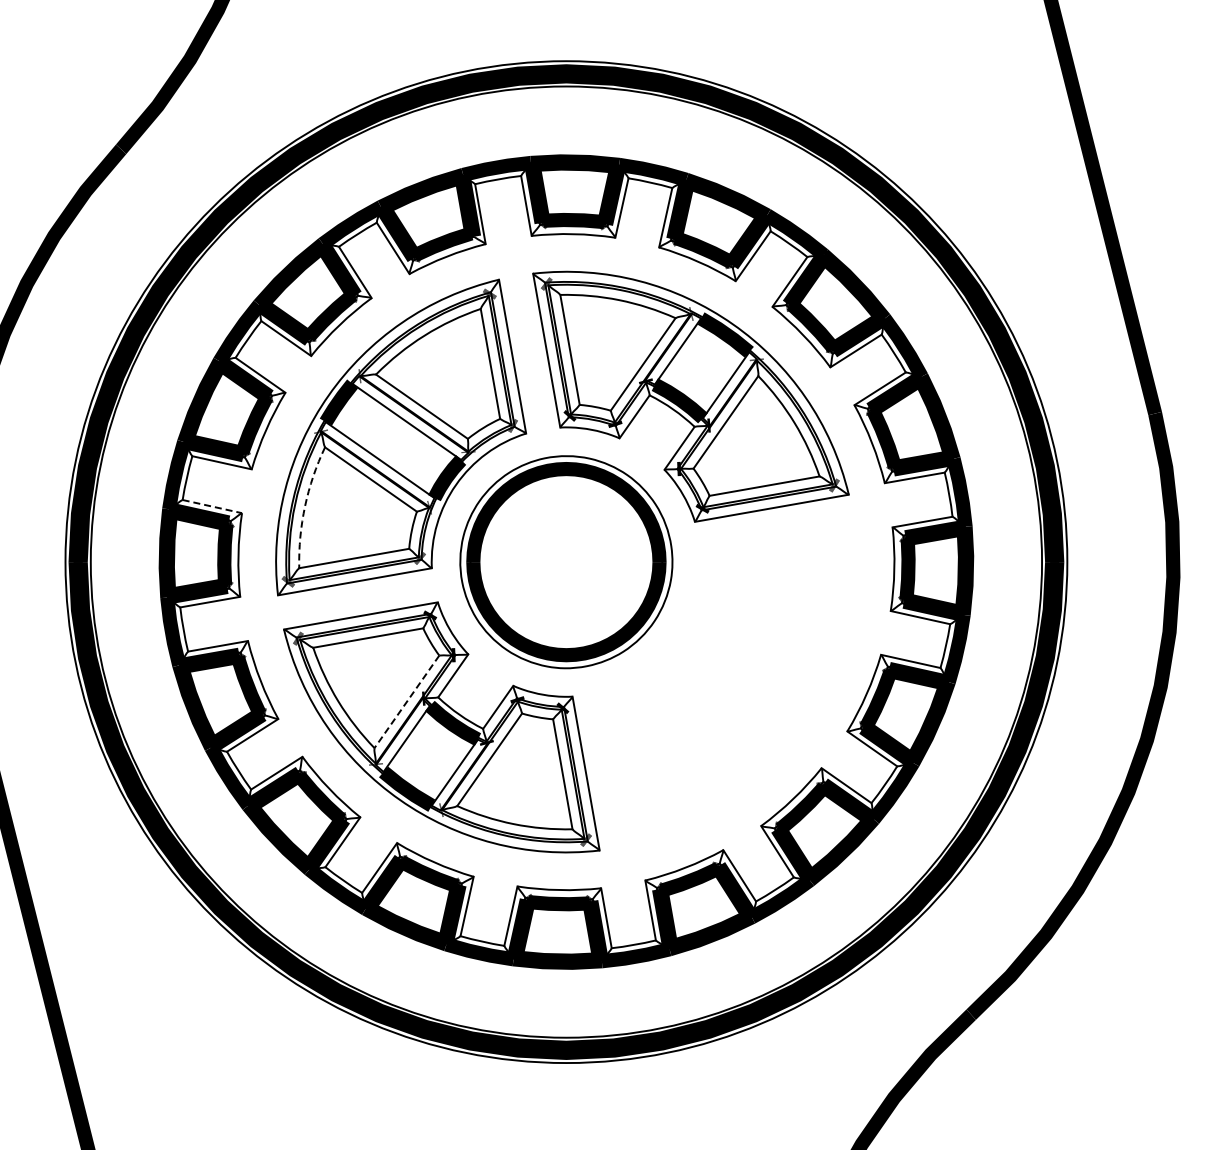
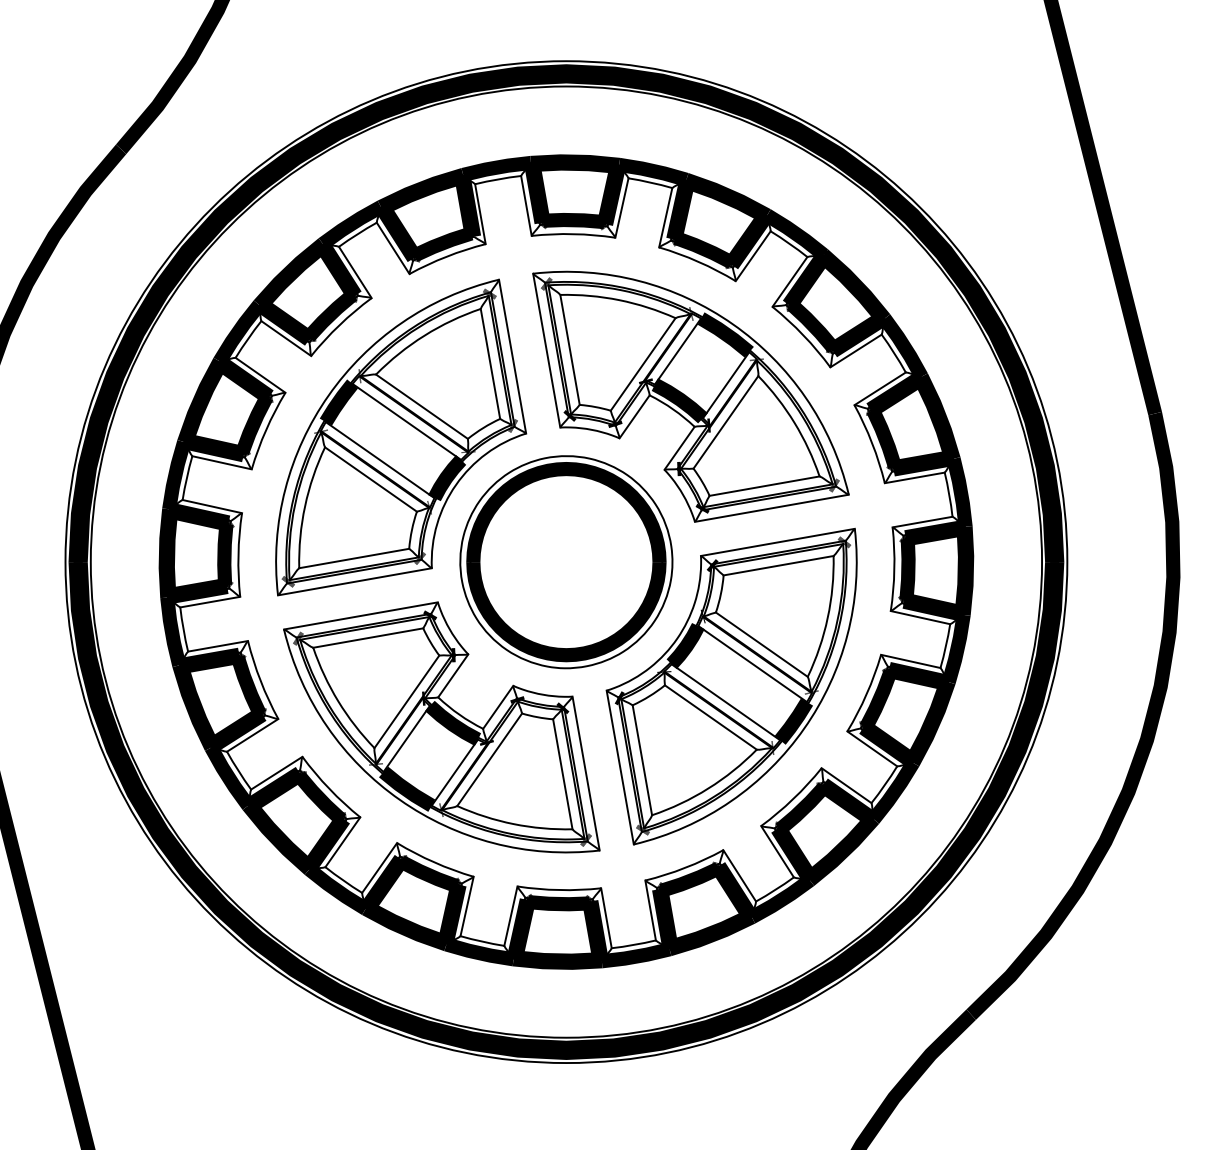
line at (212, 506): dashed -> solid
arc at (305, 506): dashed -> solid
part at (731, 686): none -> present
line at (406, 702): dashed -> solid
